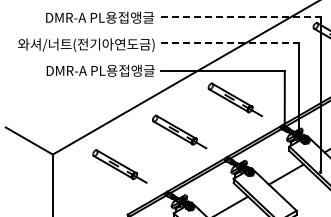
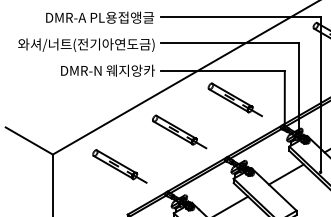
line at (240, 17): dashed -> solid
line at (230, 43): dashed -> solid
text at (100, 70): DMR-A PL용접앵글 -> DMR-N 웨지앙카
